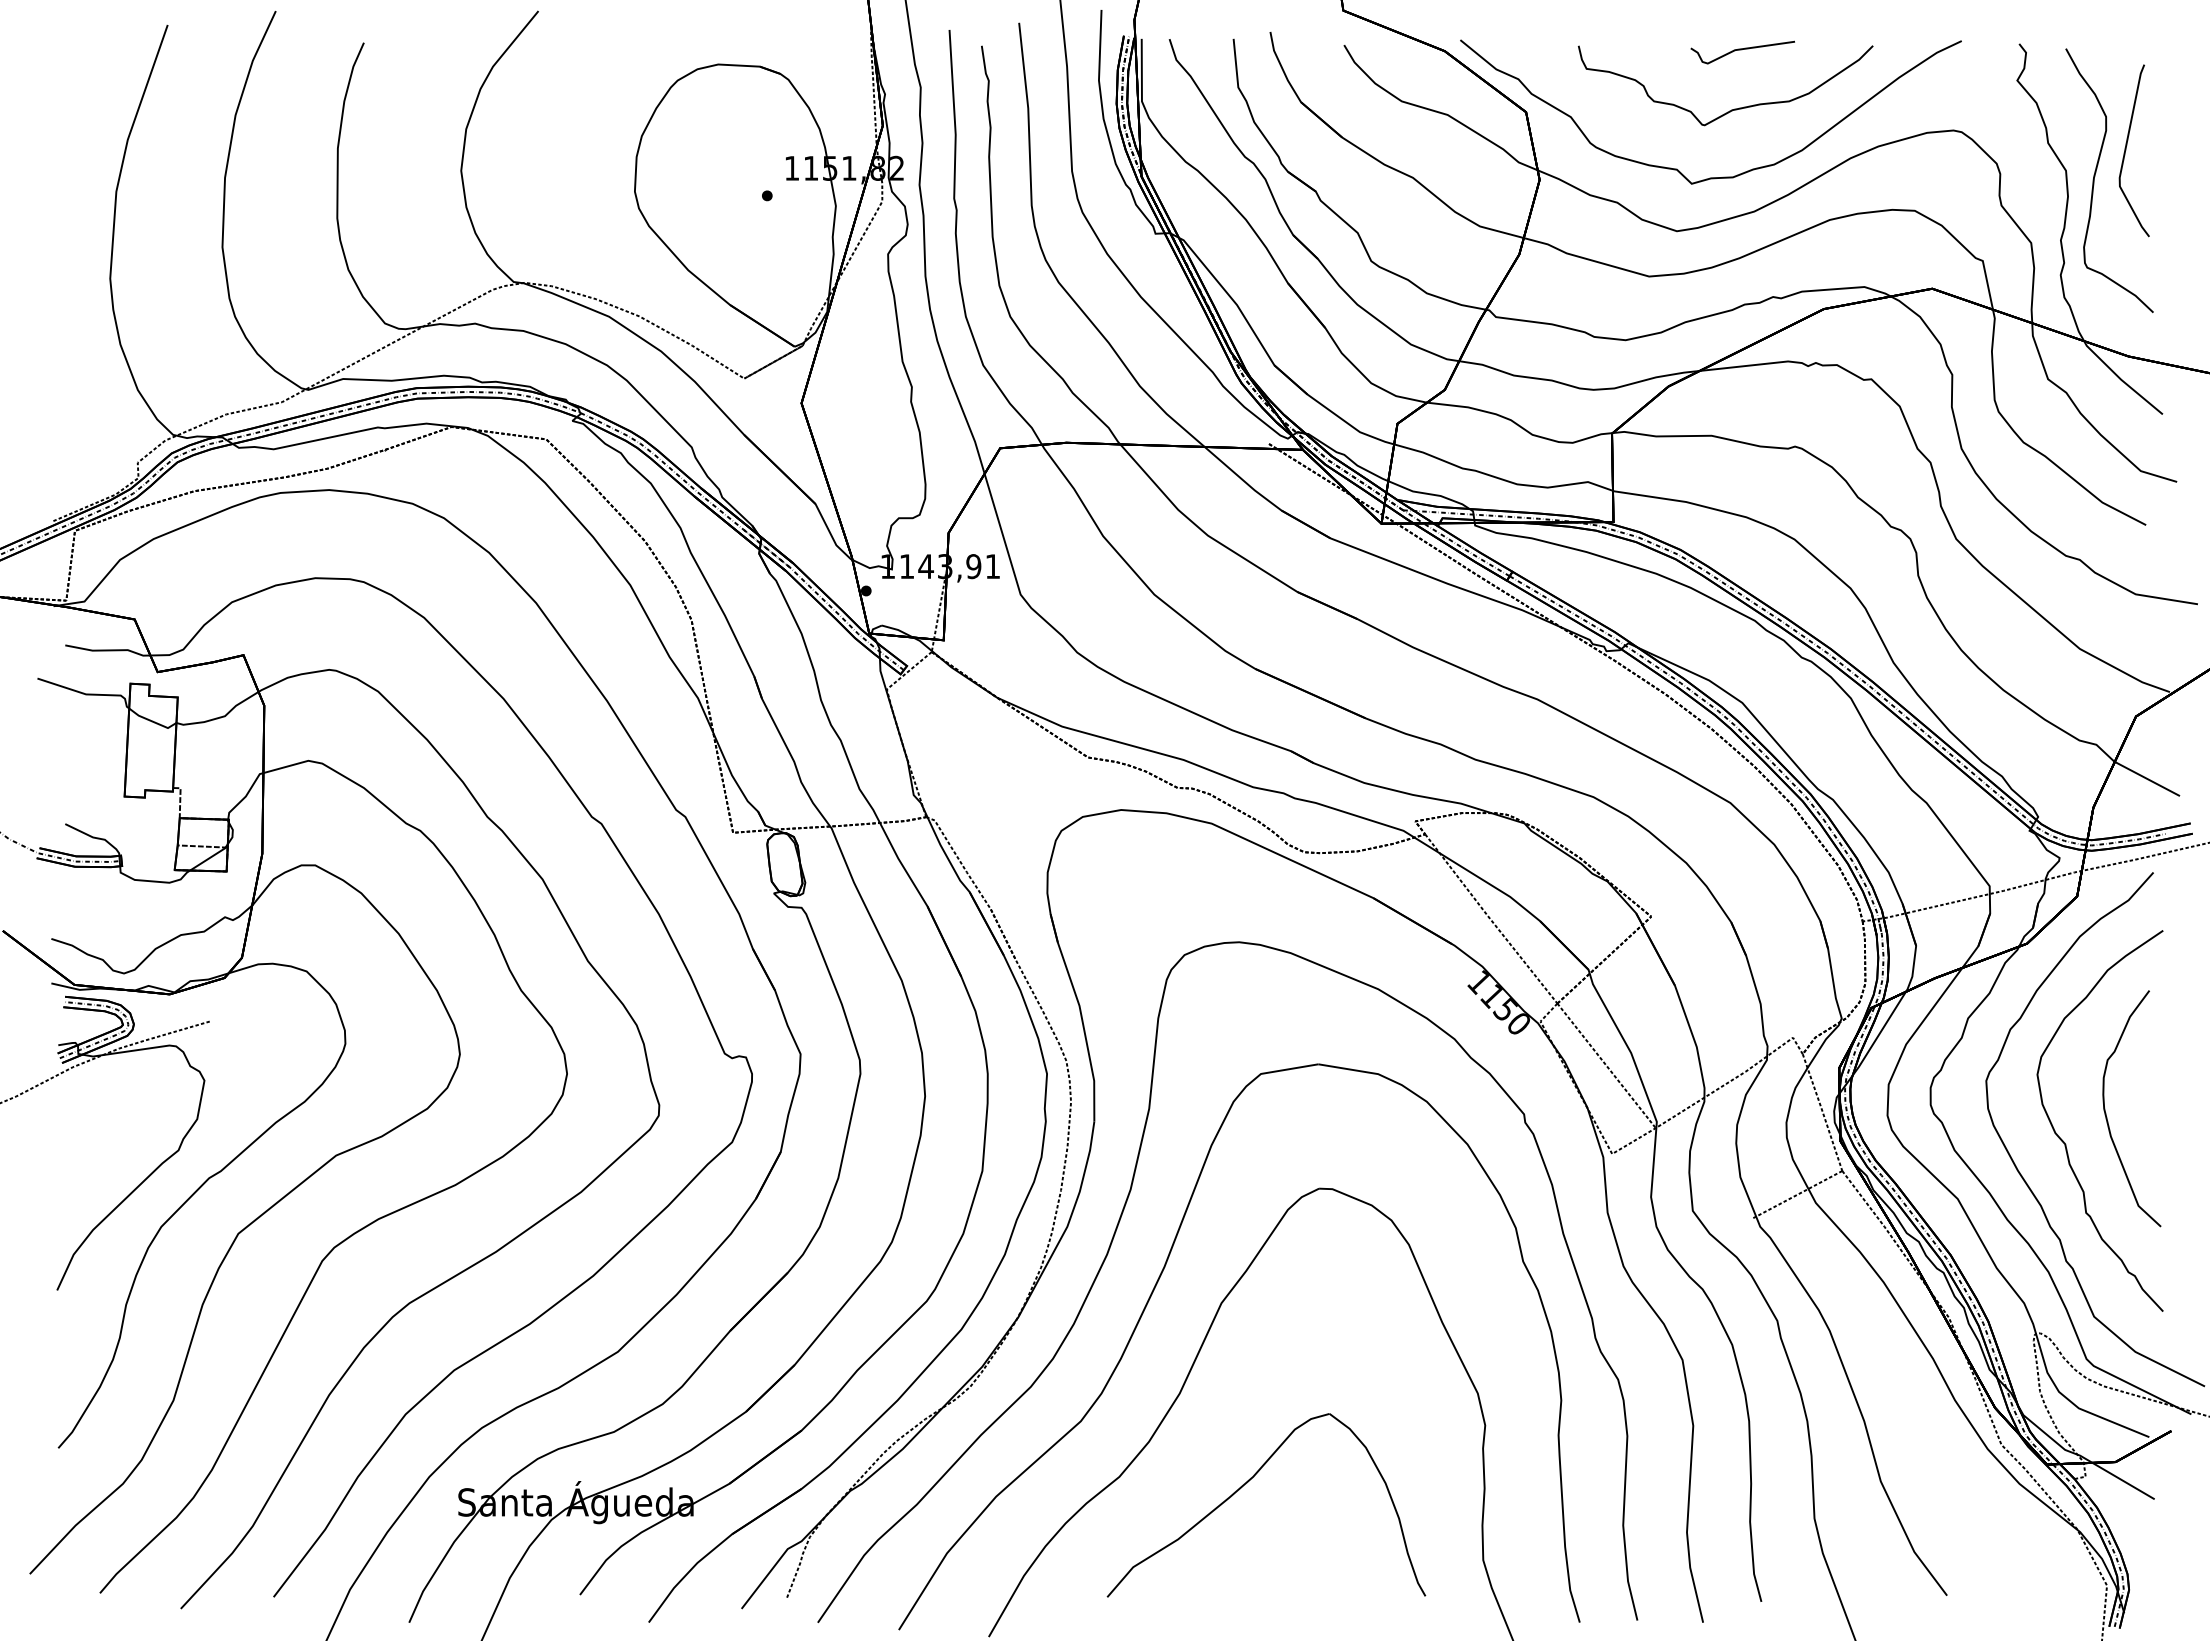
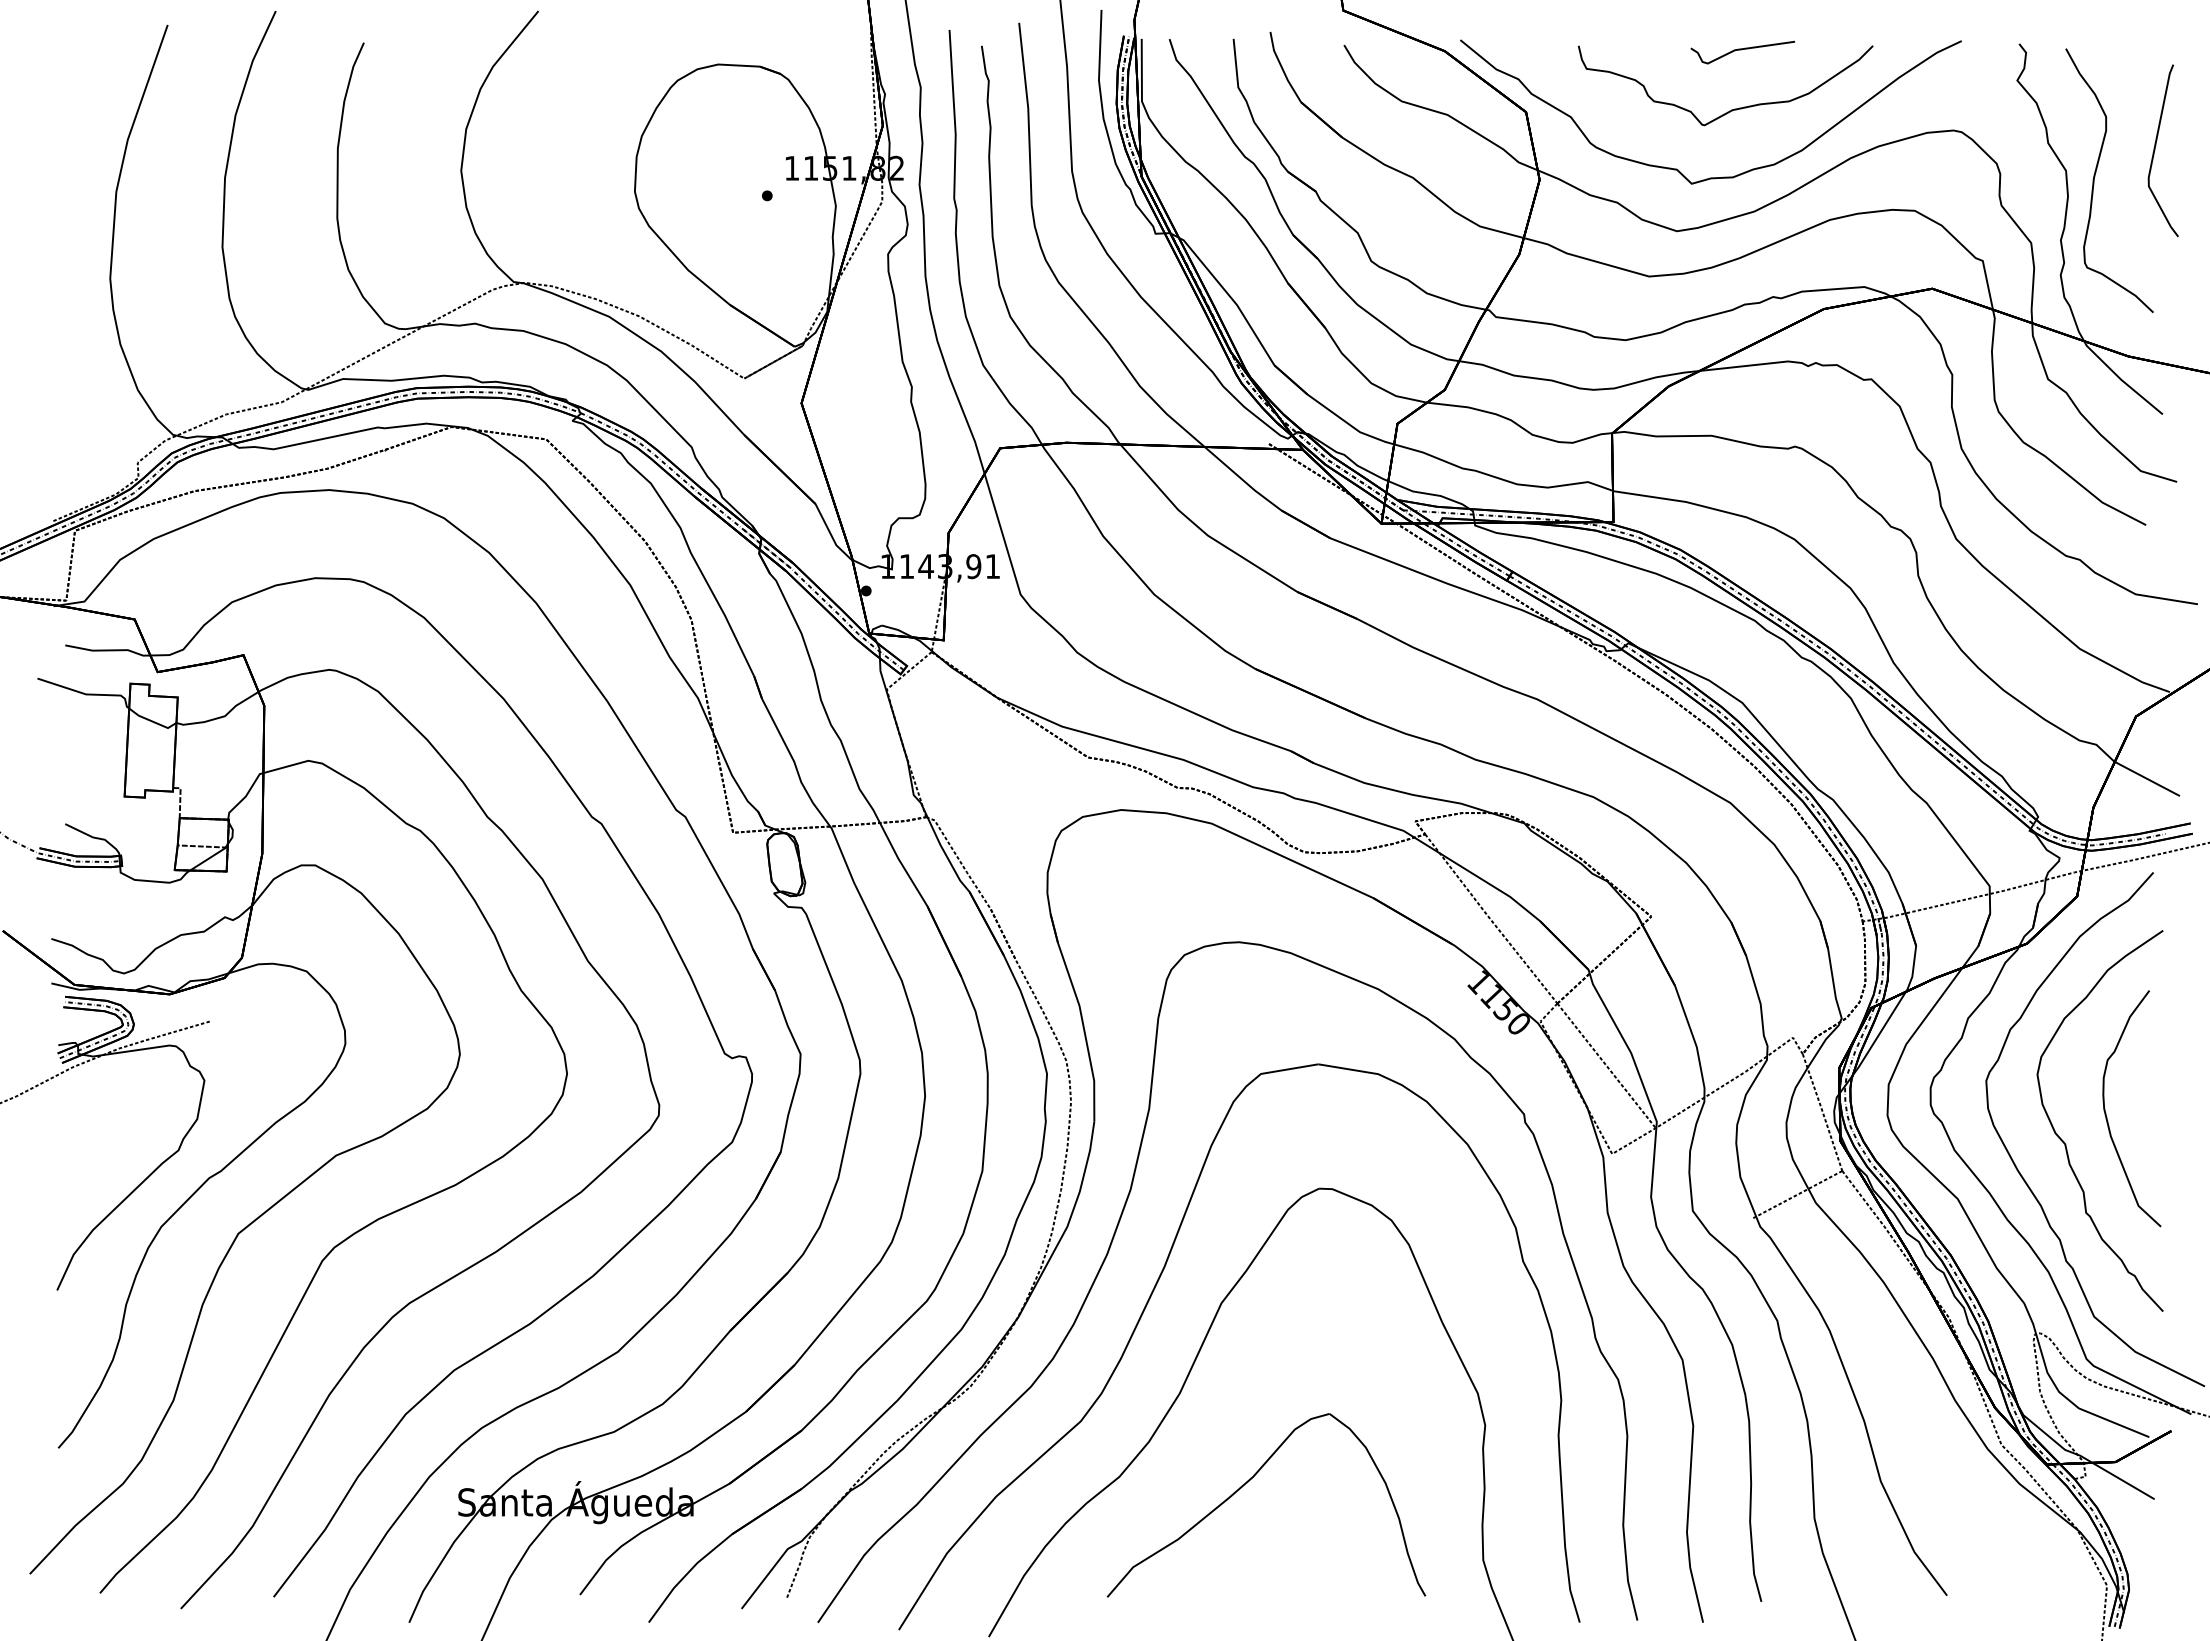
curve at (2126, 150) position: (2126, 150) -> (2155, 150)
